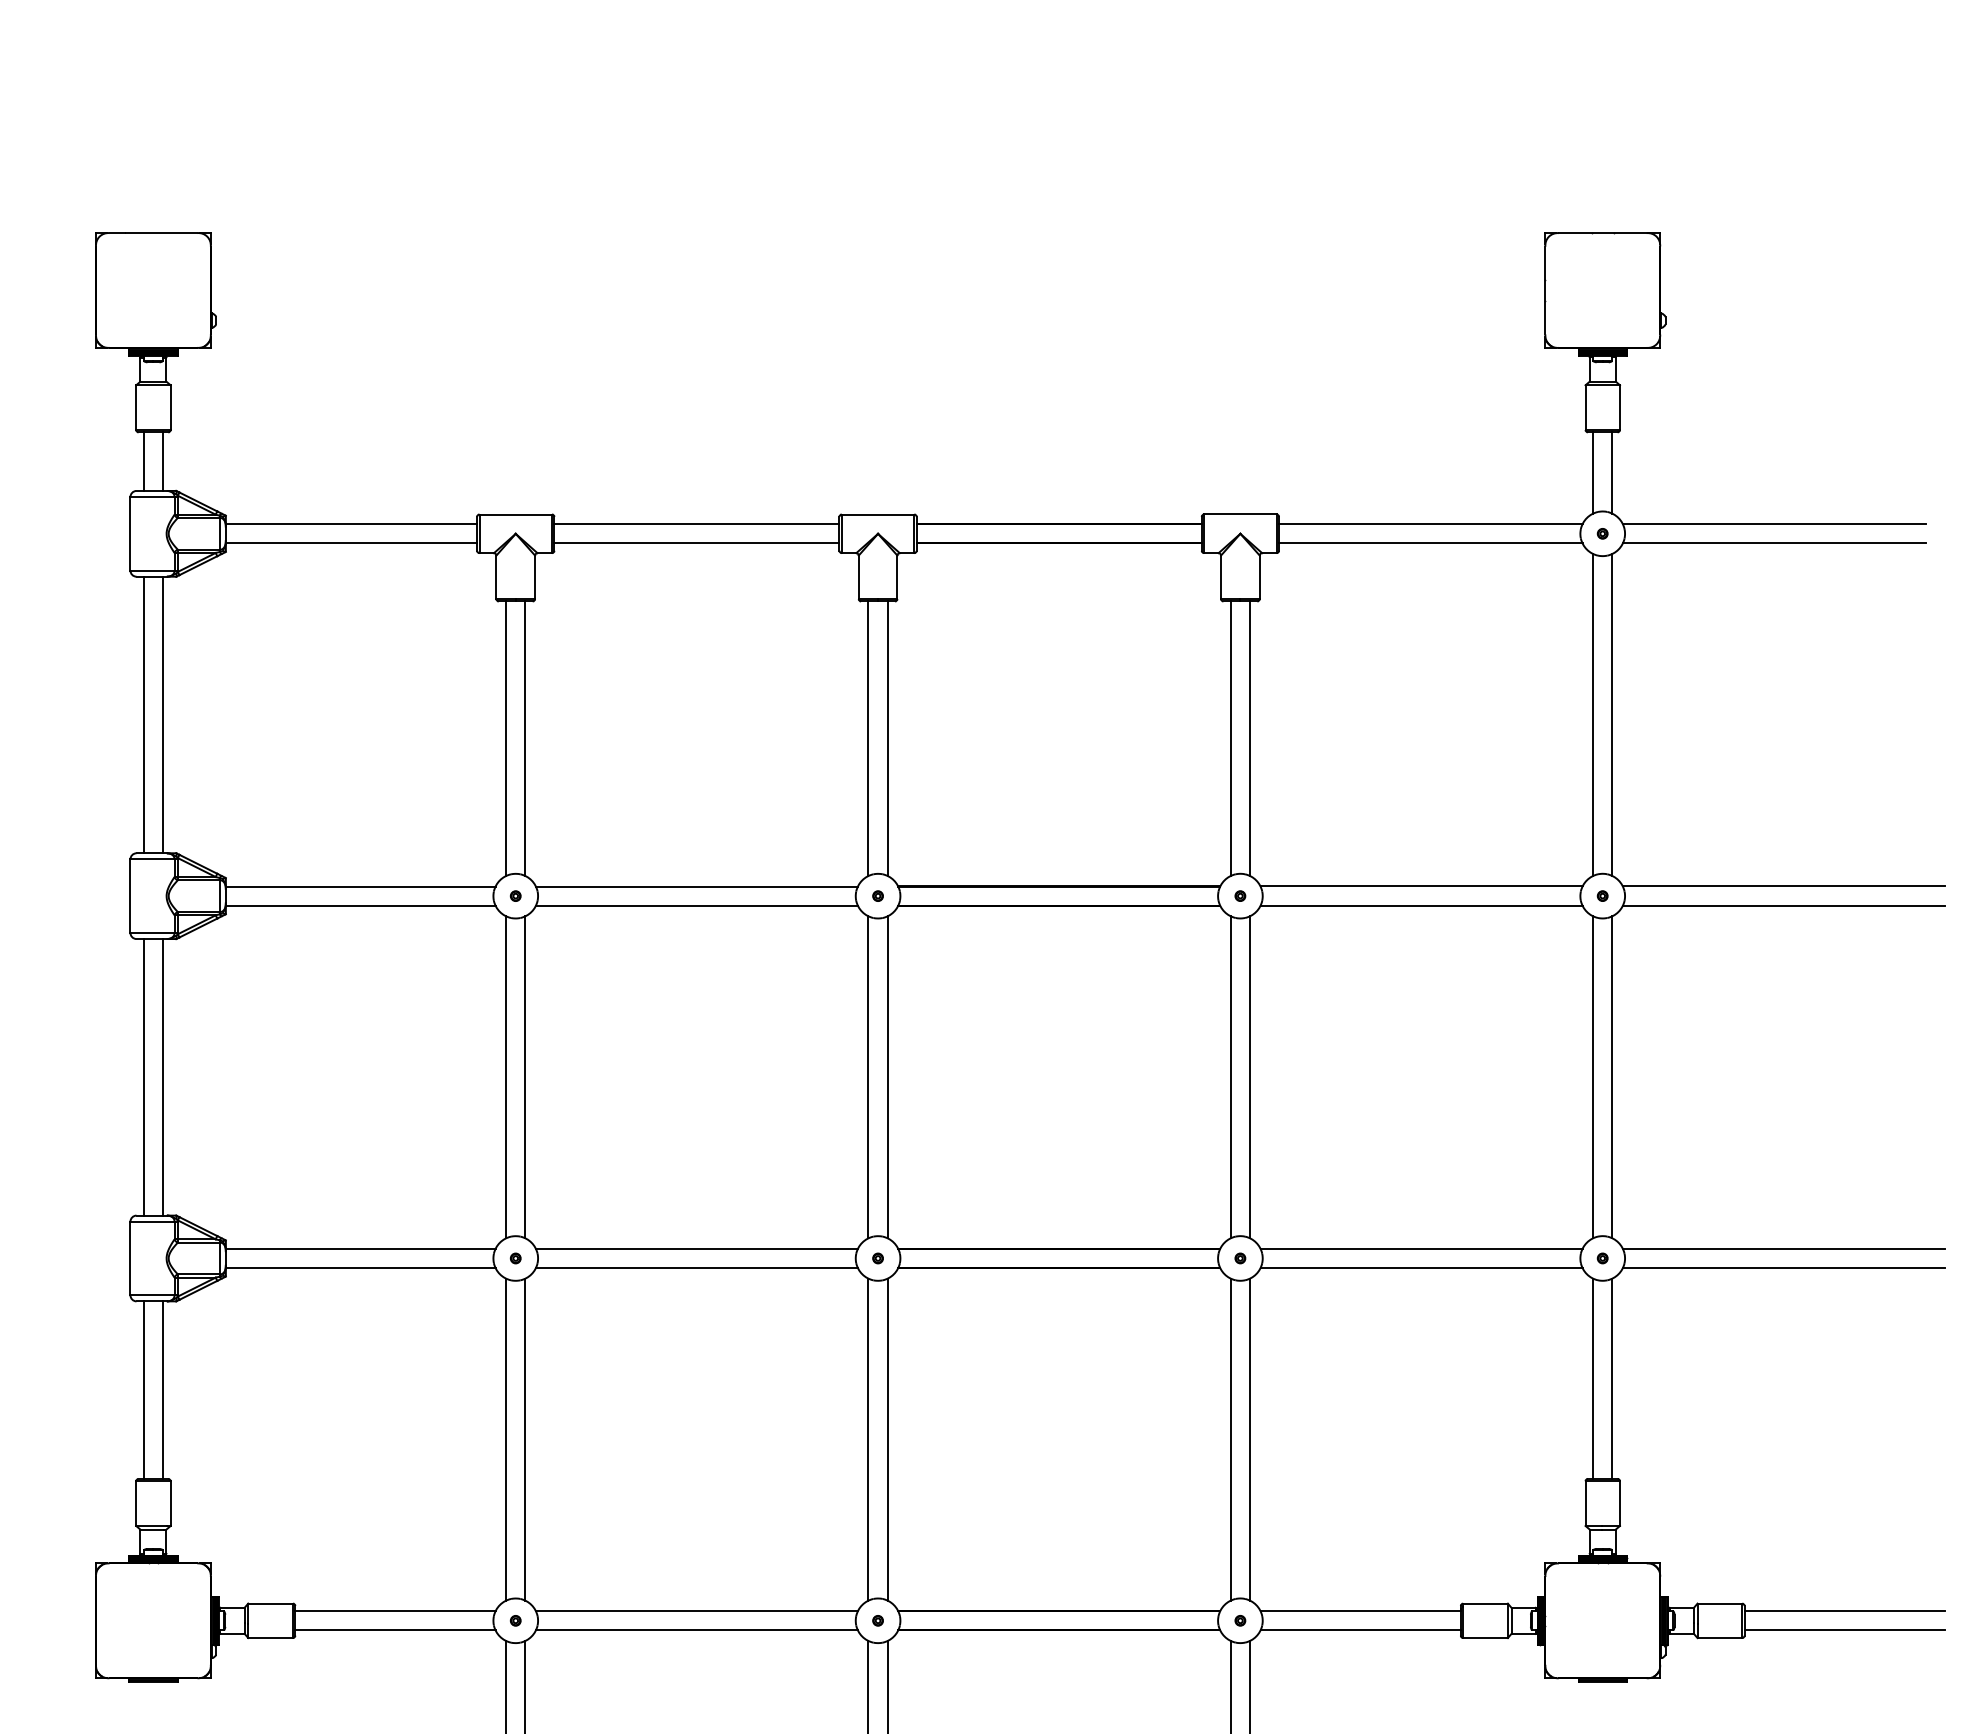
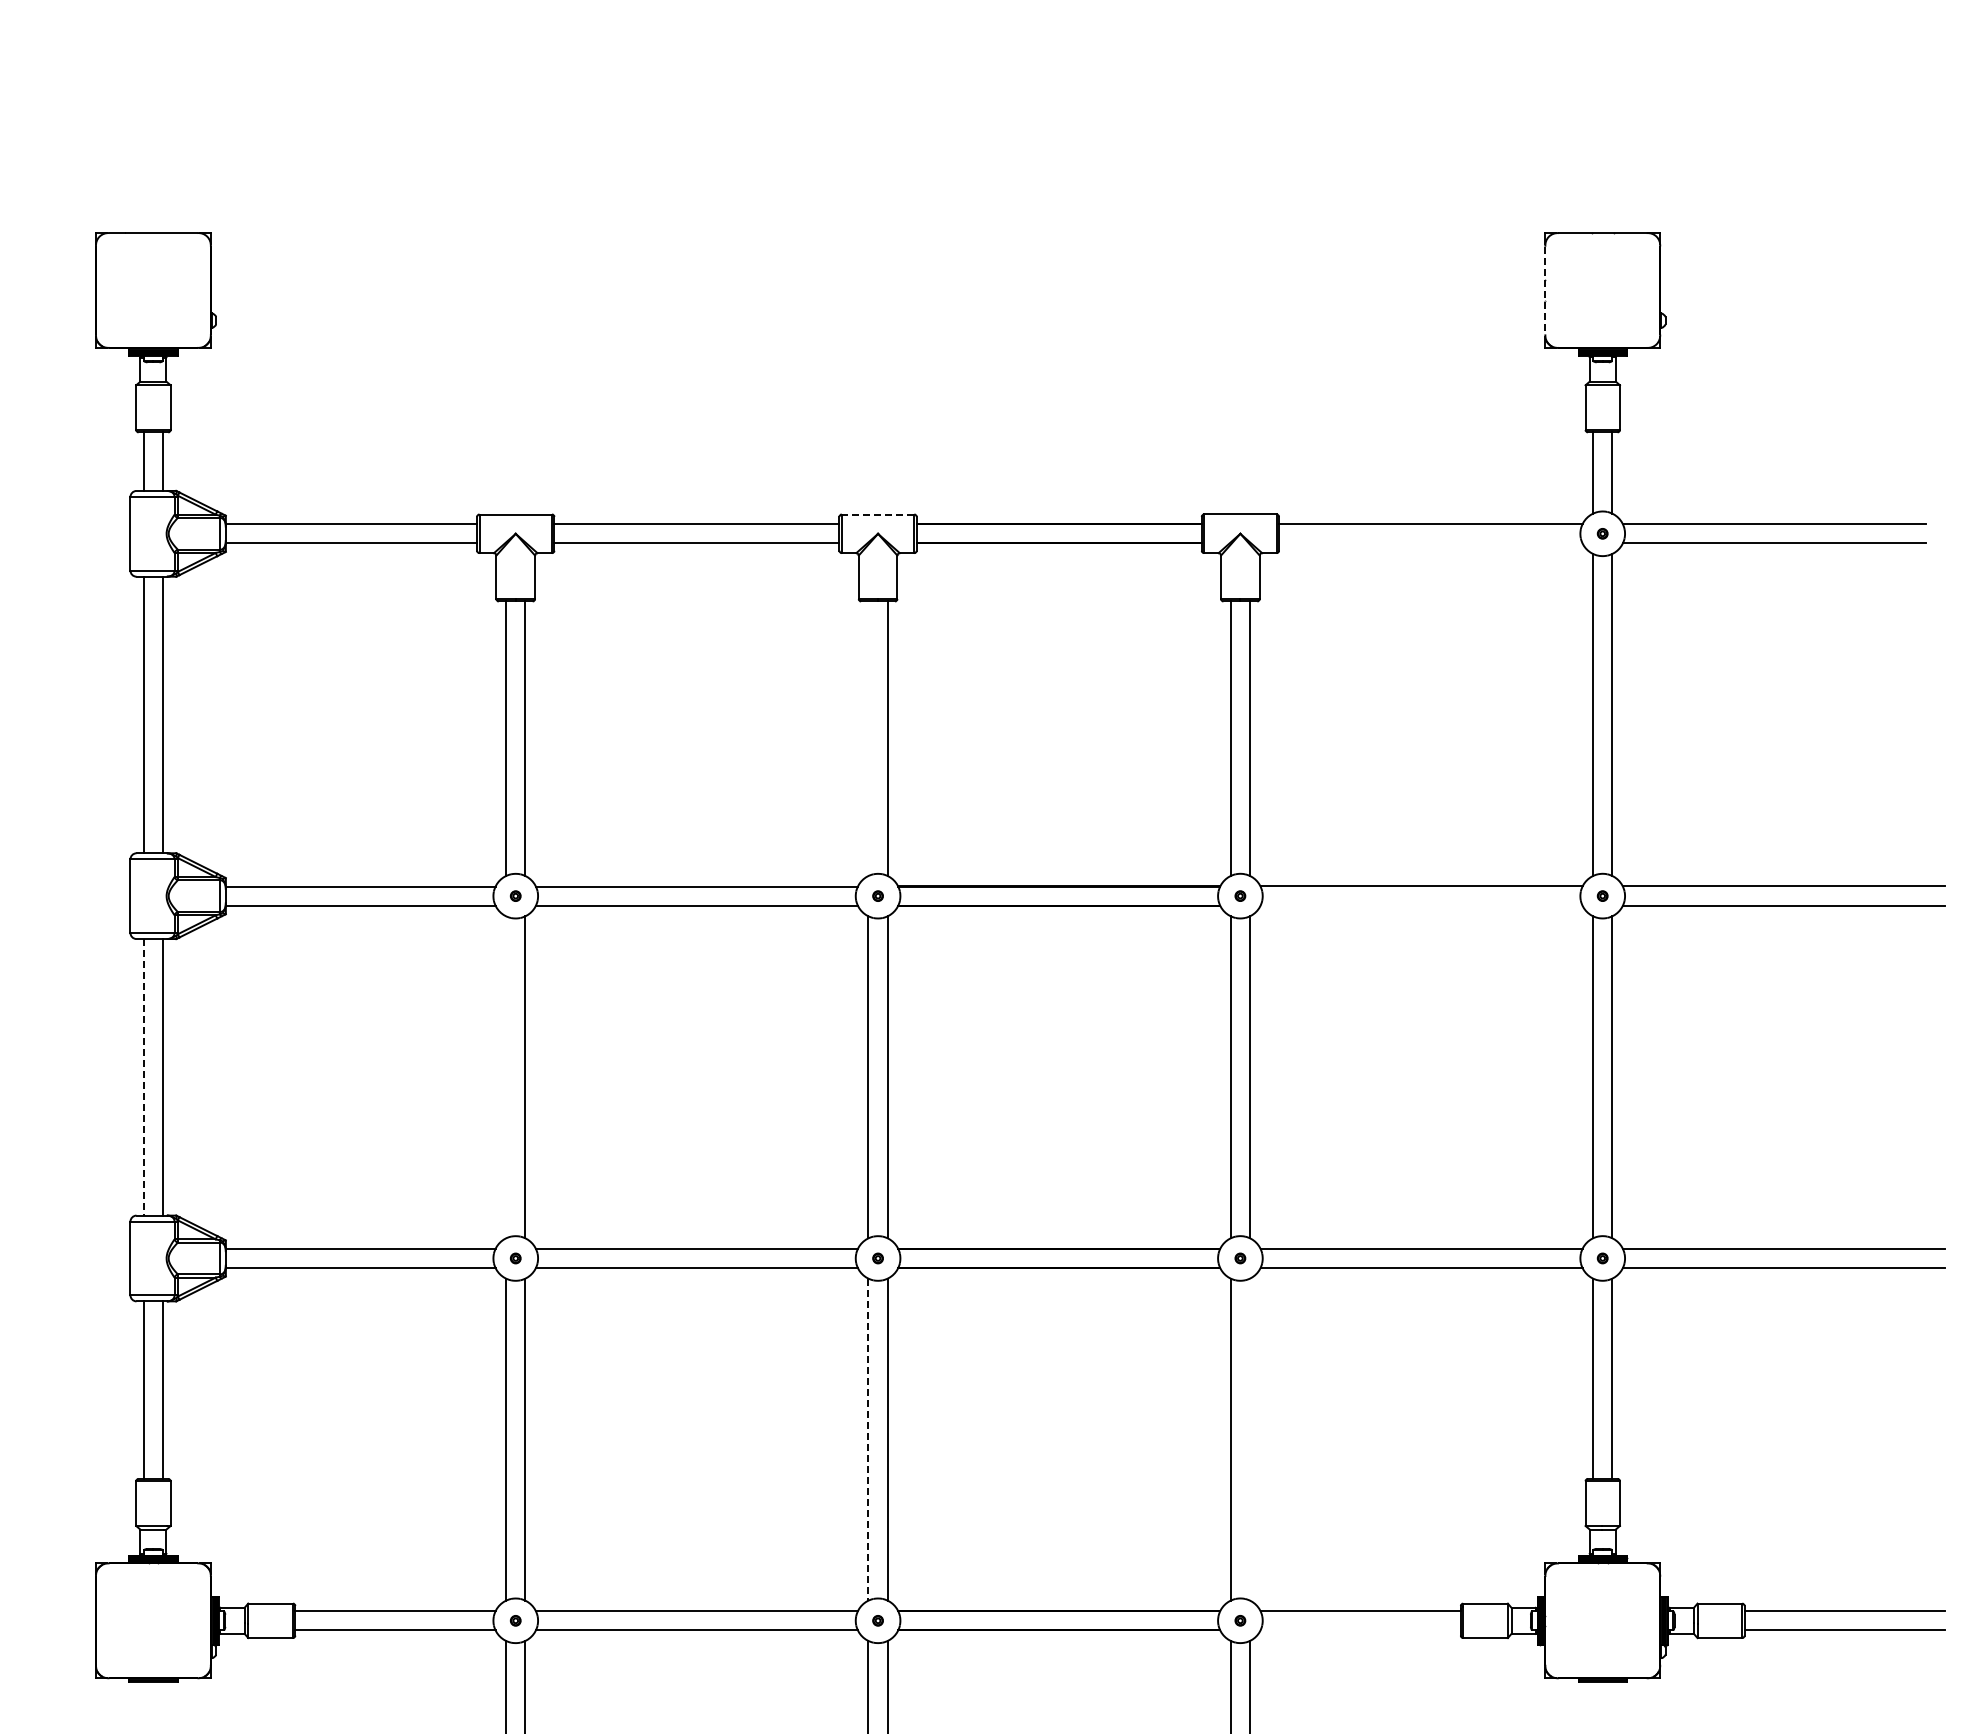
line at (1545, 290): solid -> dashed
line at (877, 514): solid -> dashed
line at (1430, 543): present -> none
line at (868, 738): present -> none
line at (1421, 905): present -> none
line at (143, 1077): solid -> dashed
line at (506, 1077): present -> none
line at (1250, 1439): present -> none
line at (868, 1440): solid -> dashed
line at (1360, 1630): present -> none
